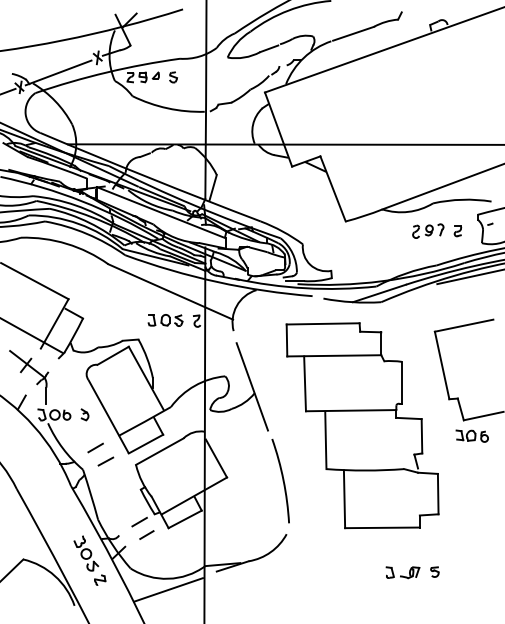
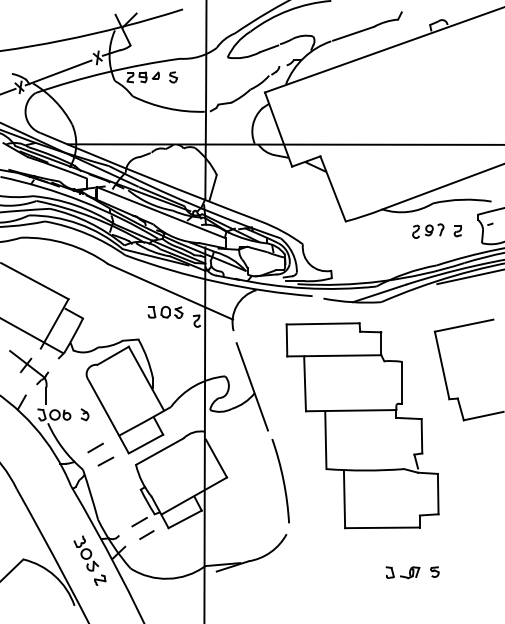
part at (165, 320) position: (165, 320) -> (165, 312)
part at (471, 435): present -> none
line at (168, 589): present -> none
